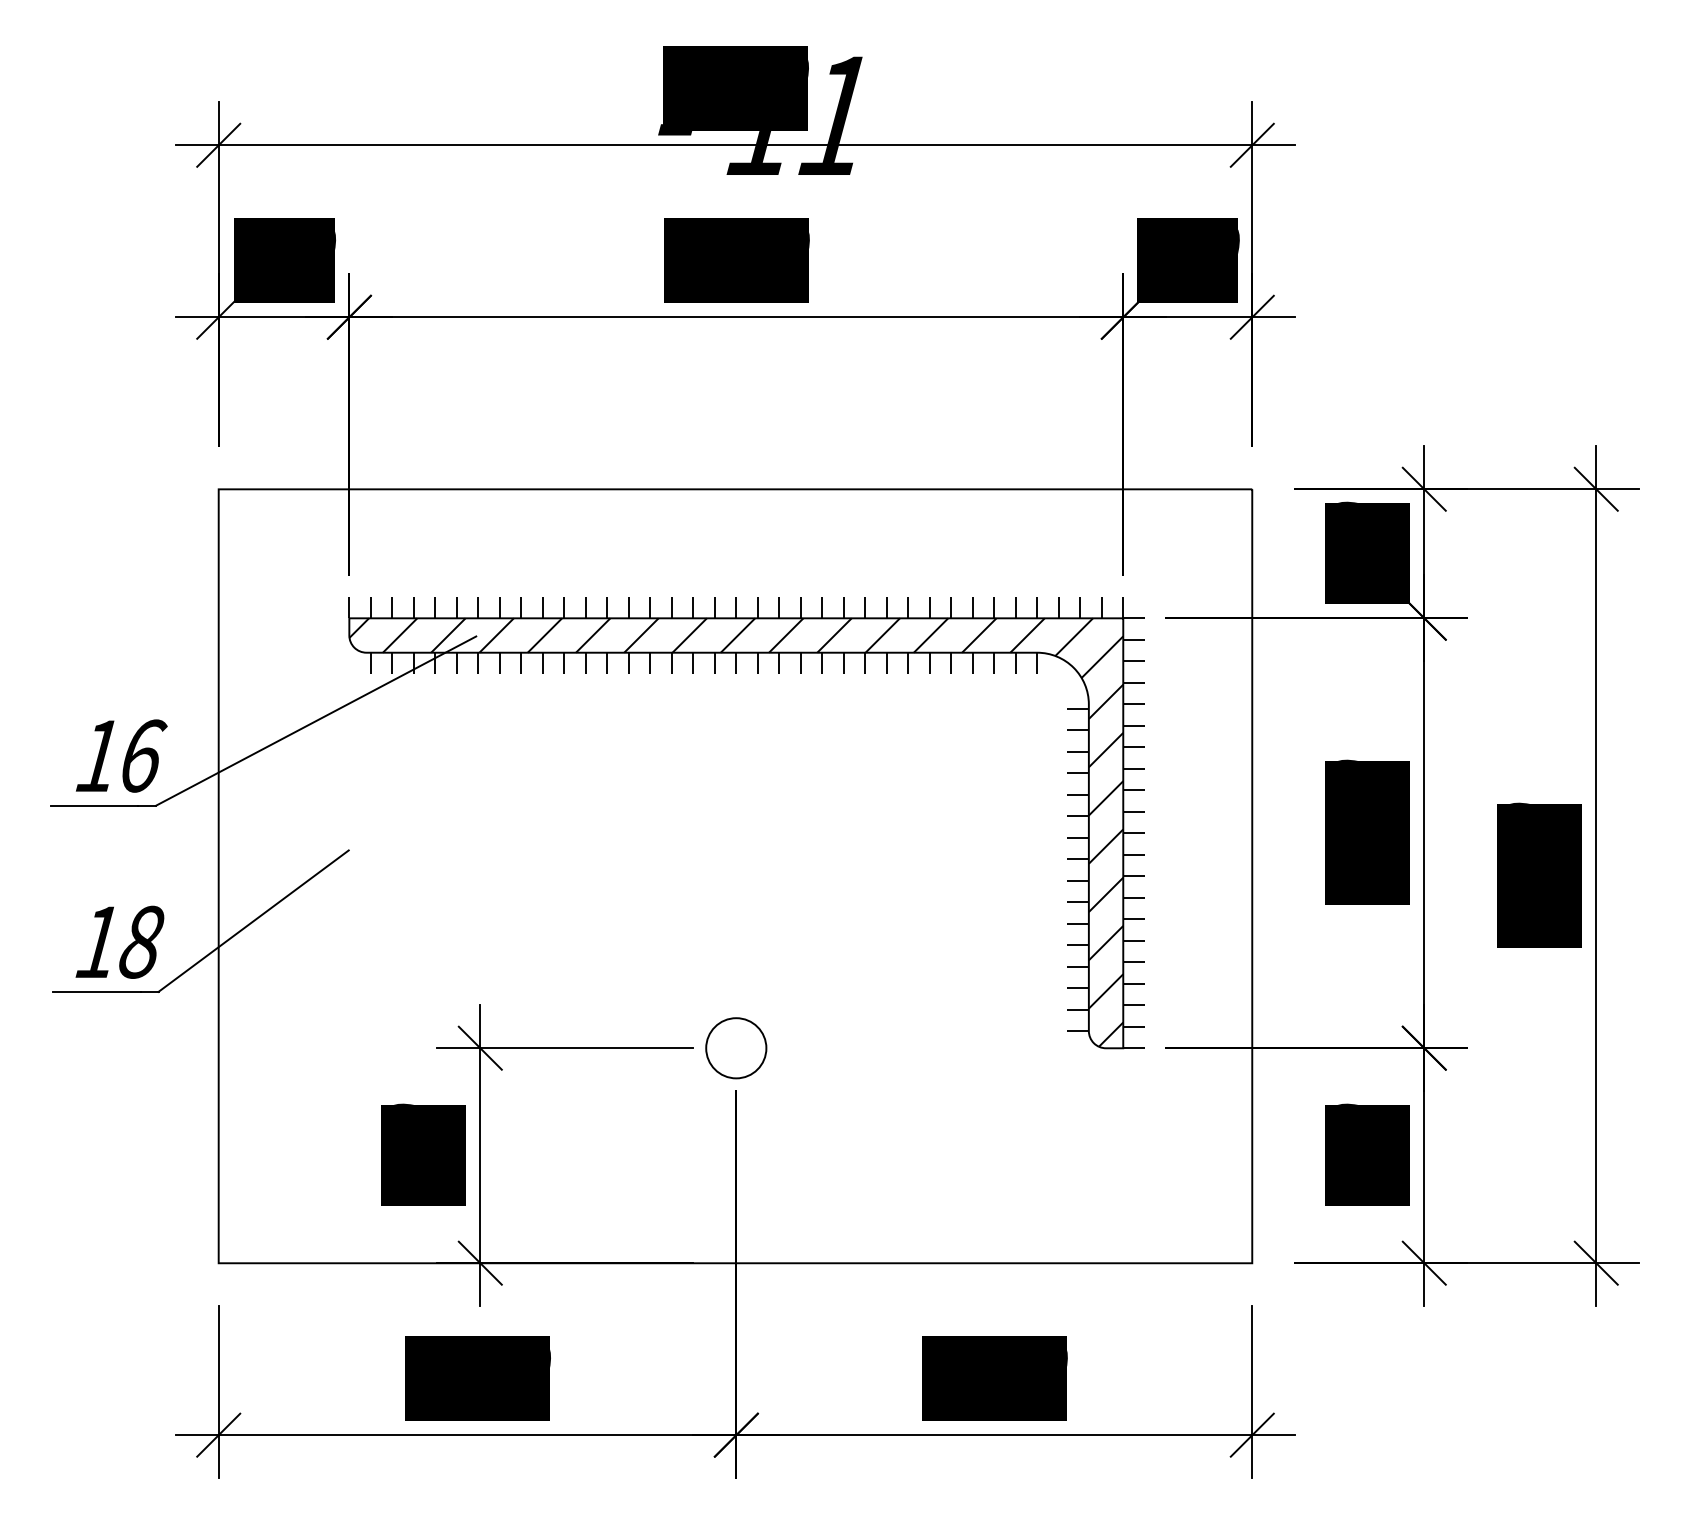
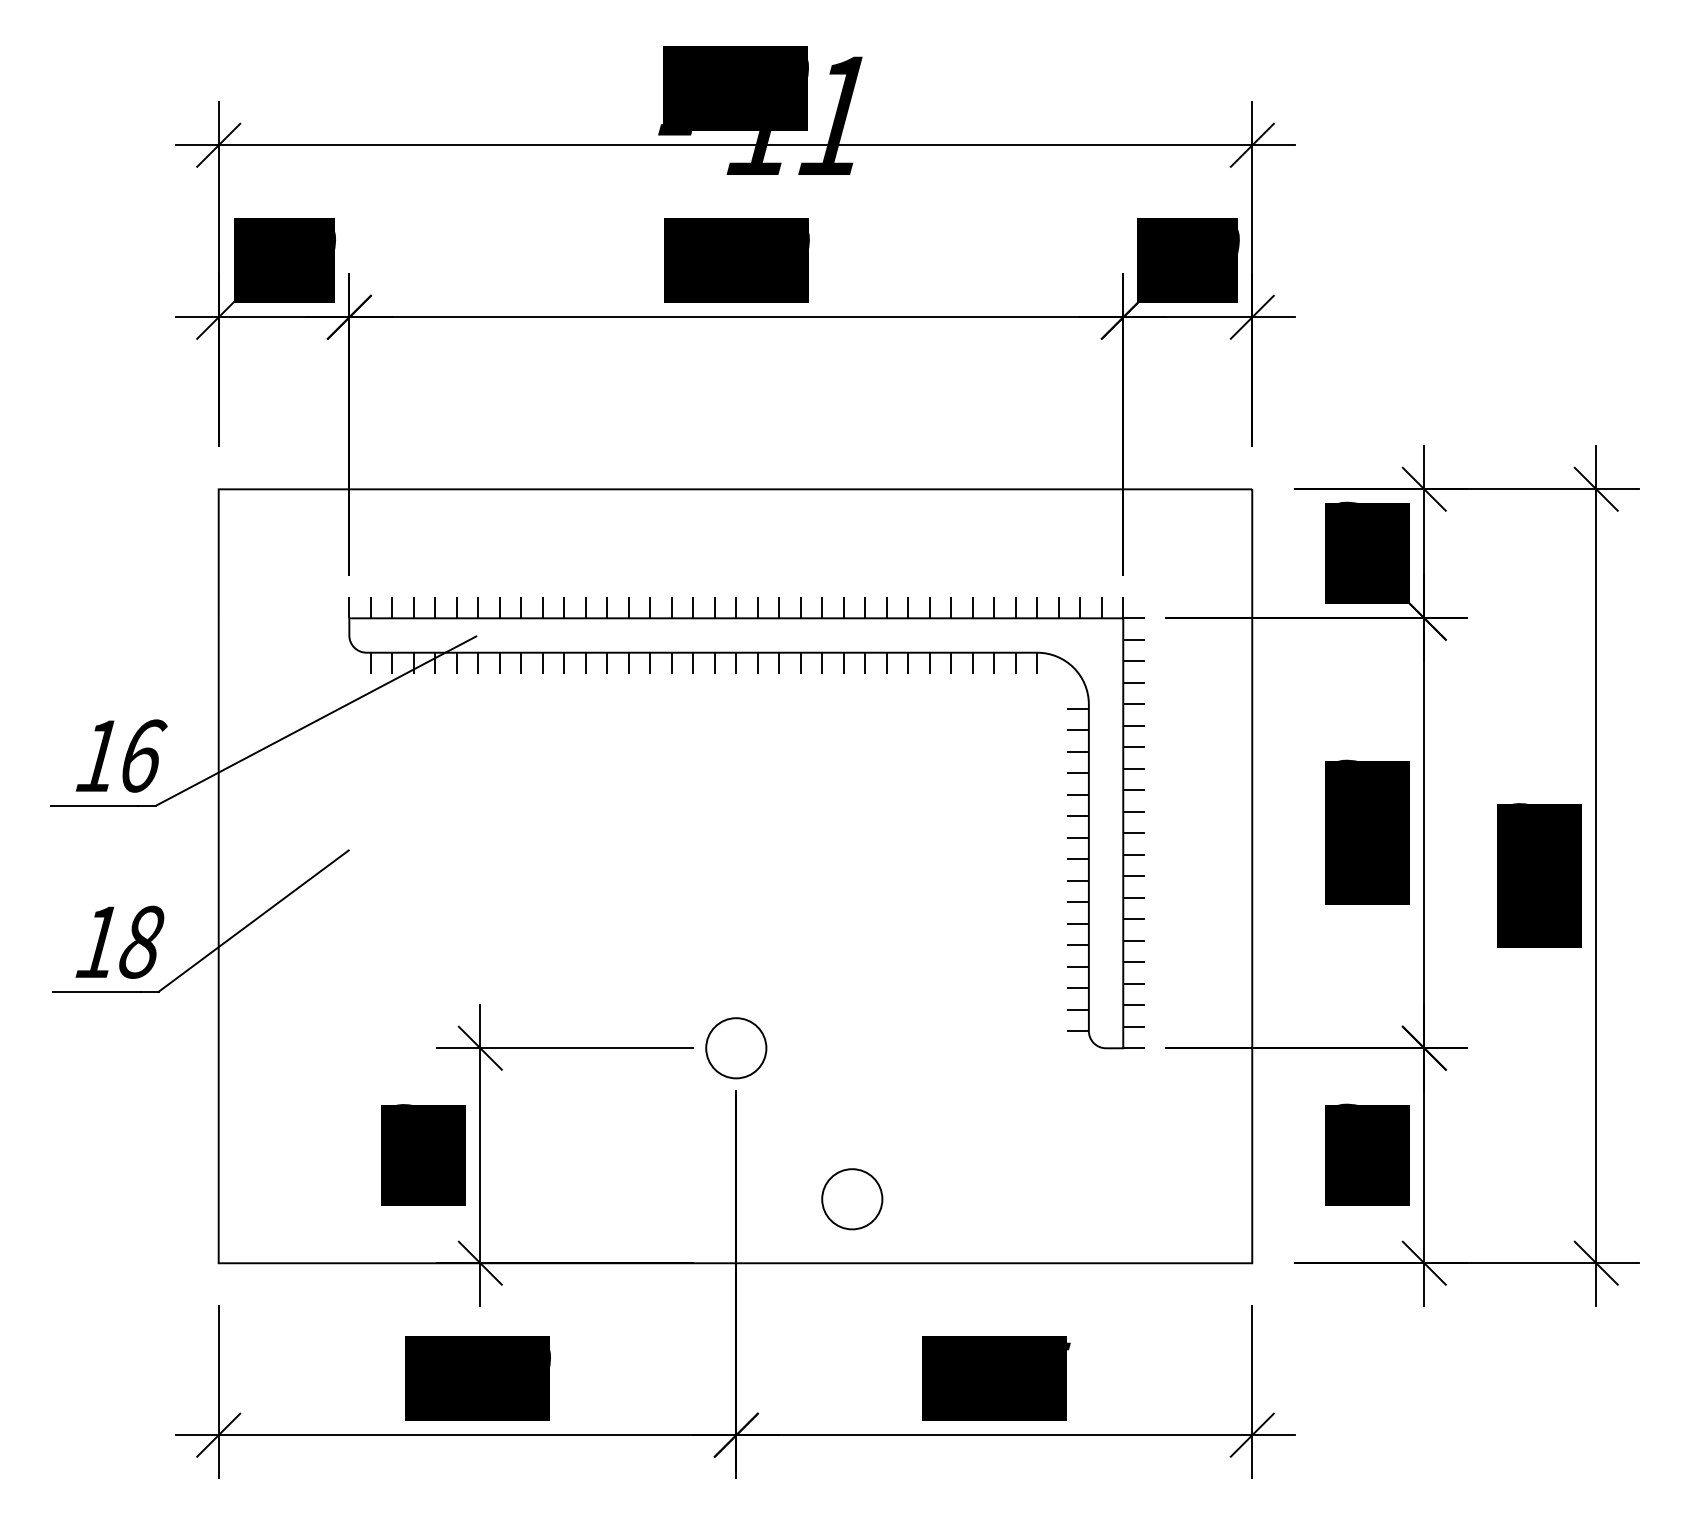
text at (1519, 802): 180 -> 189
hatch at (736, 832): present -> none
text at (403, 1103): 50 -> 59
circle at (852, 1199): none -> present
text at (1068, 1353): 120 -> 165
